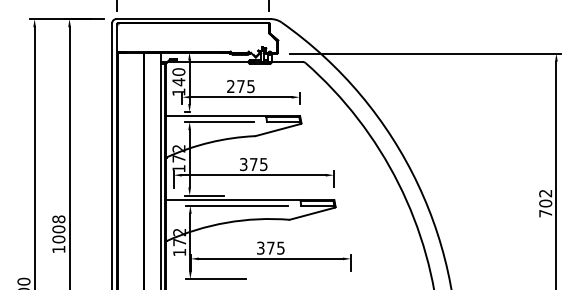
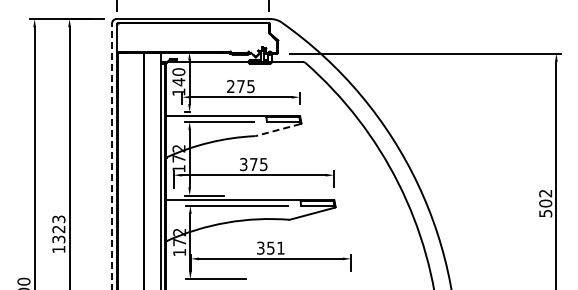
line at (277, 130): solid -> dashed
line at (112, 156): solid -> dashed
text at (545, 213): 702 -> 502
text at (58, 229): 1008 -> 1323
text at (275, 247): 375 -> 351
